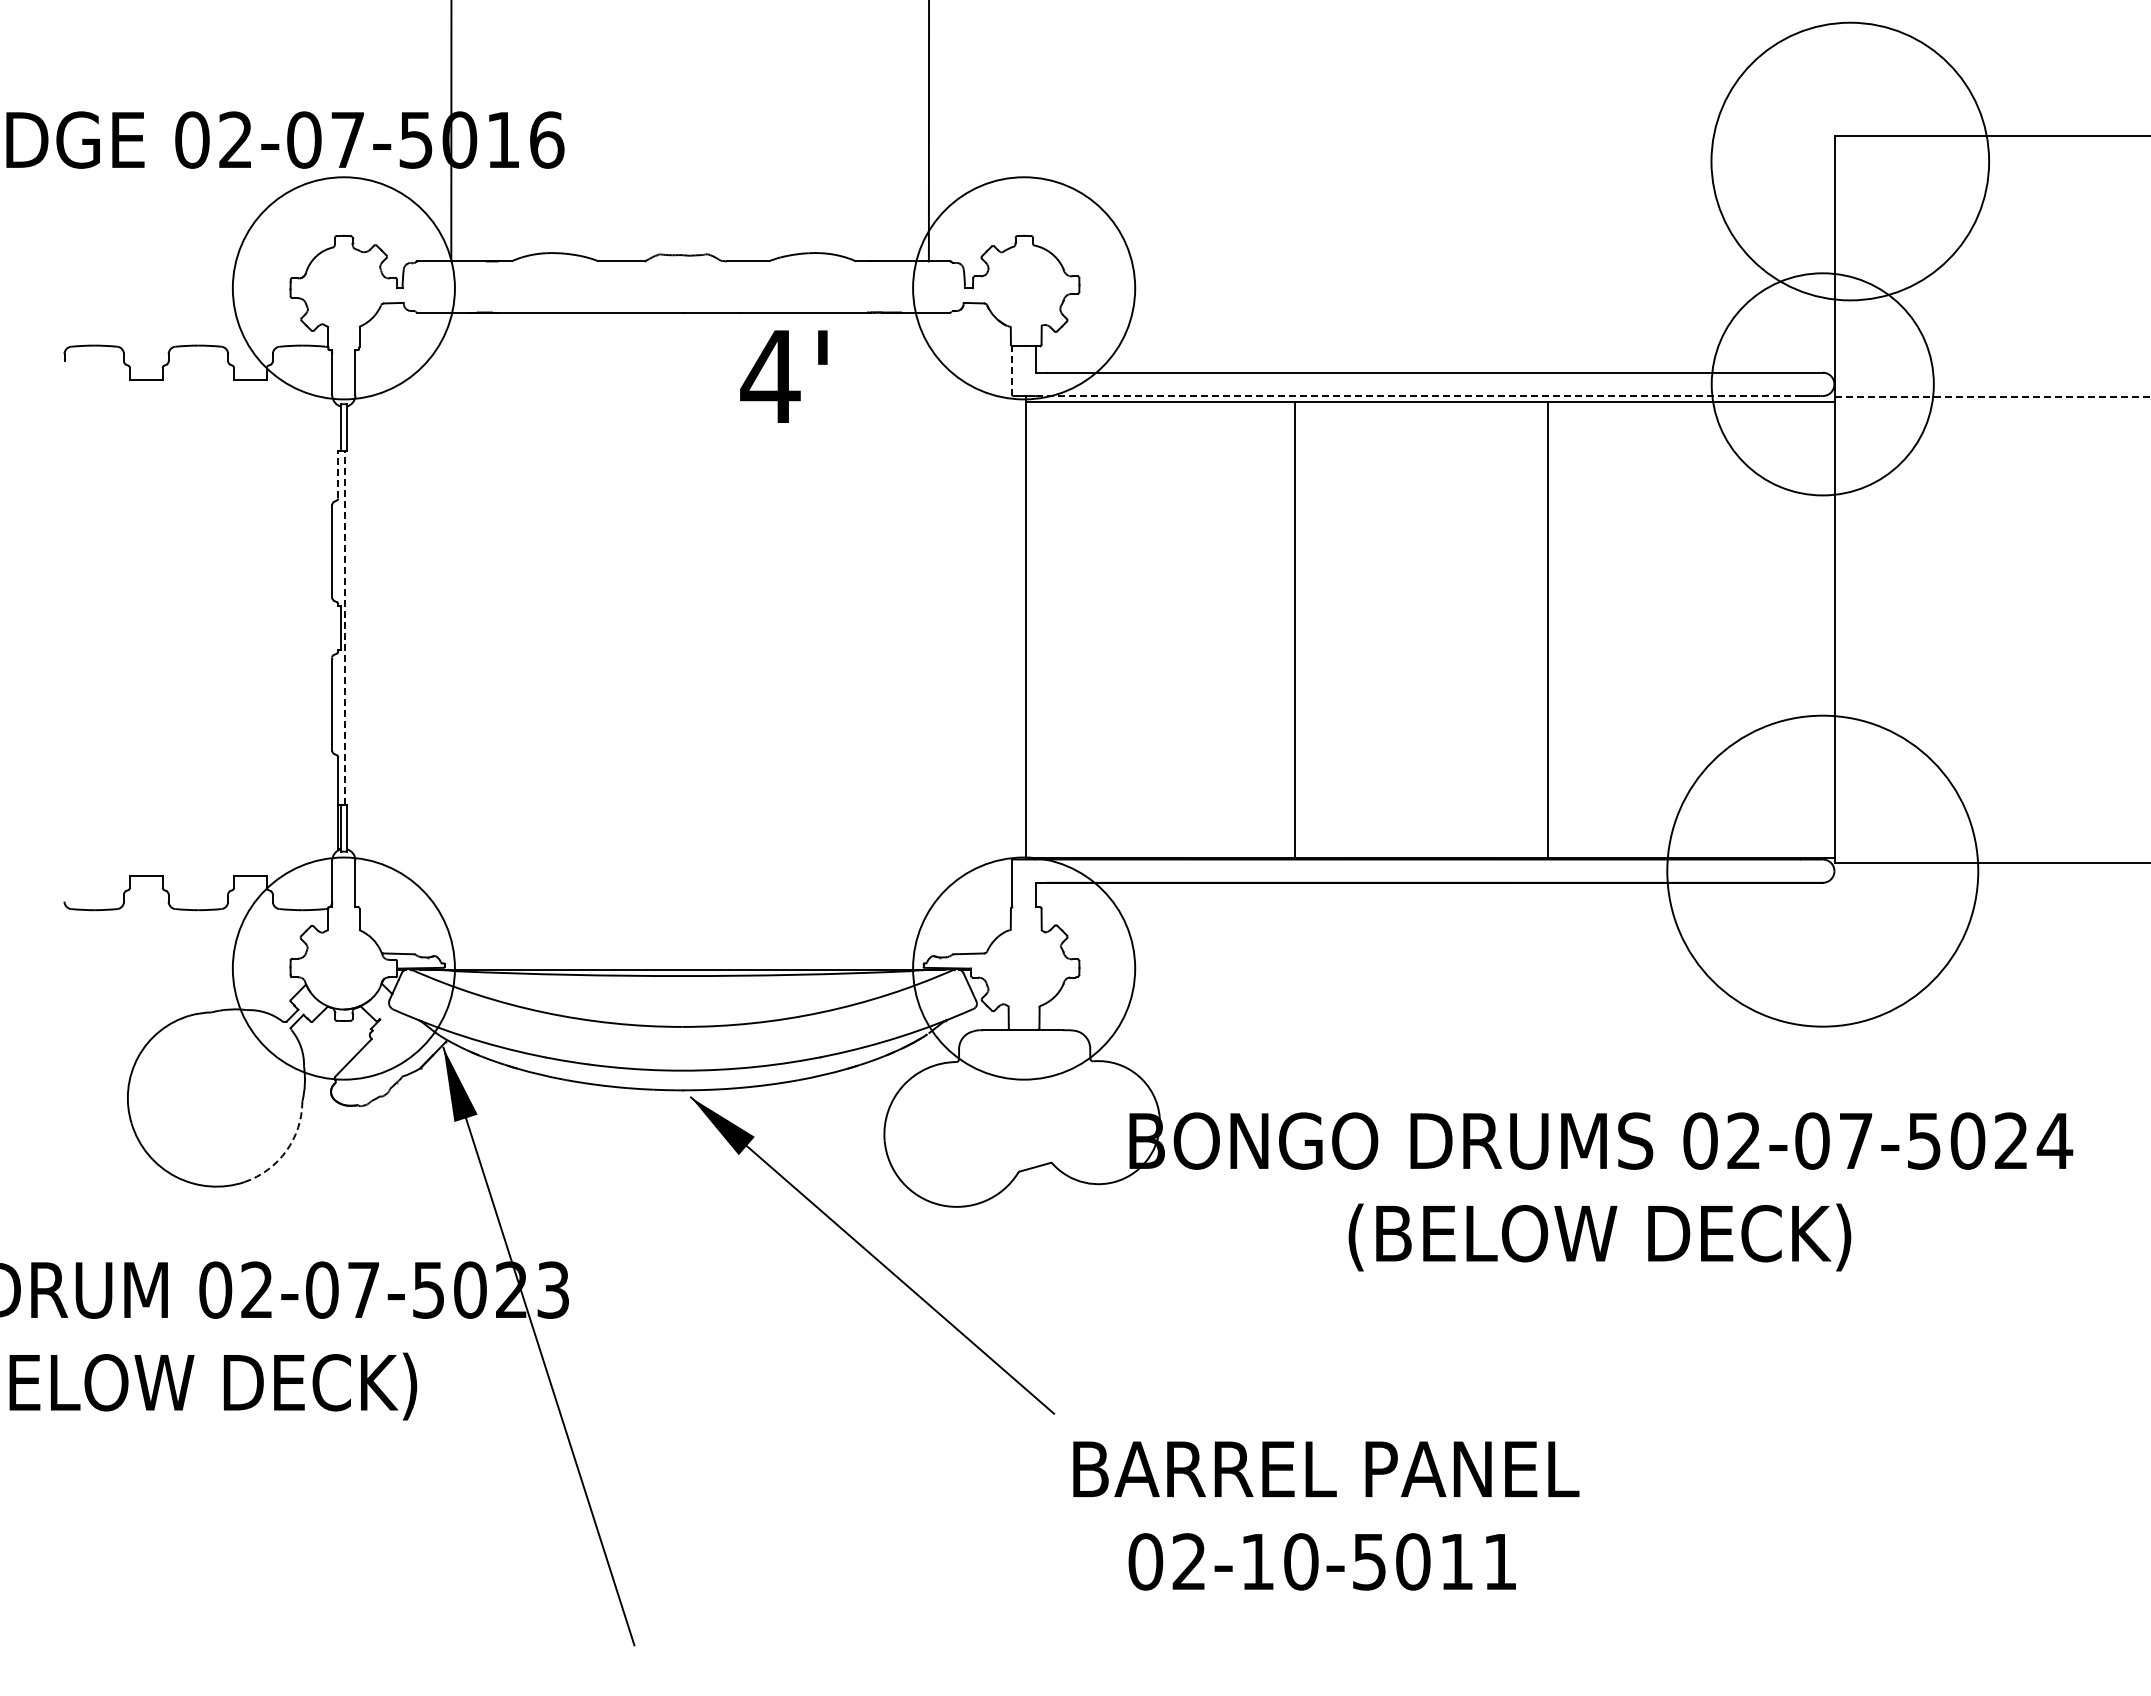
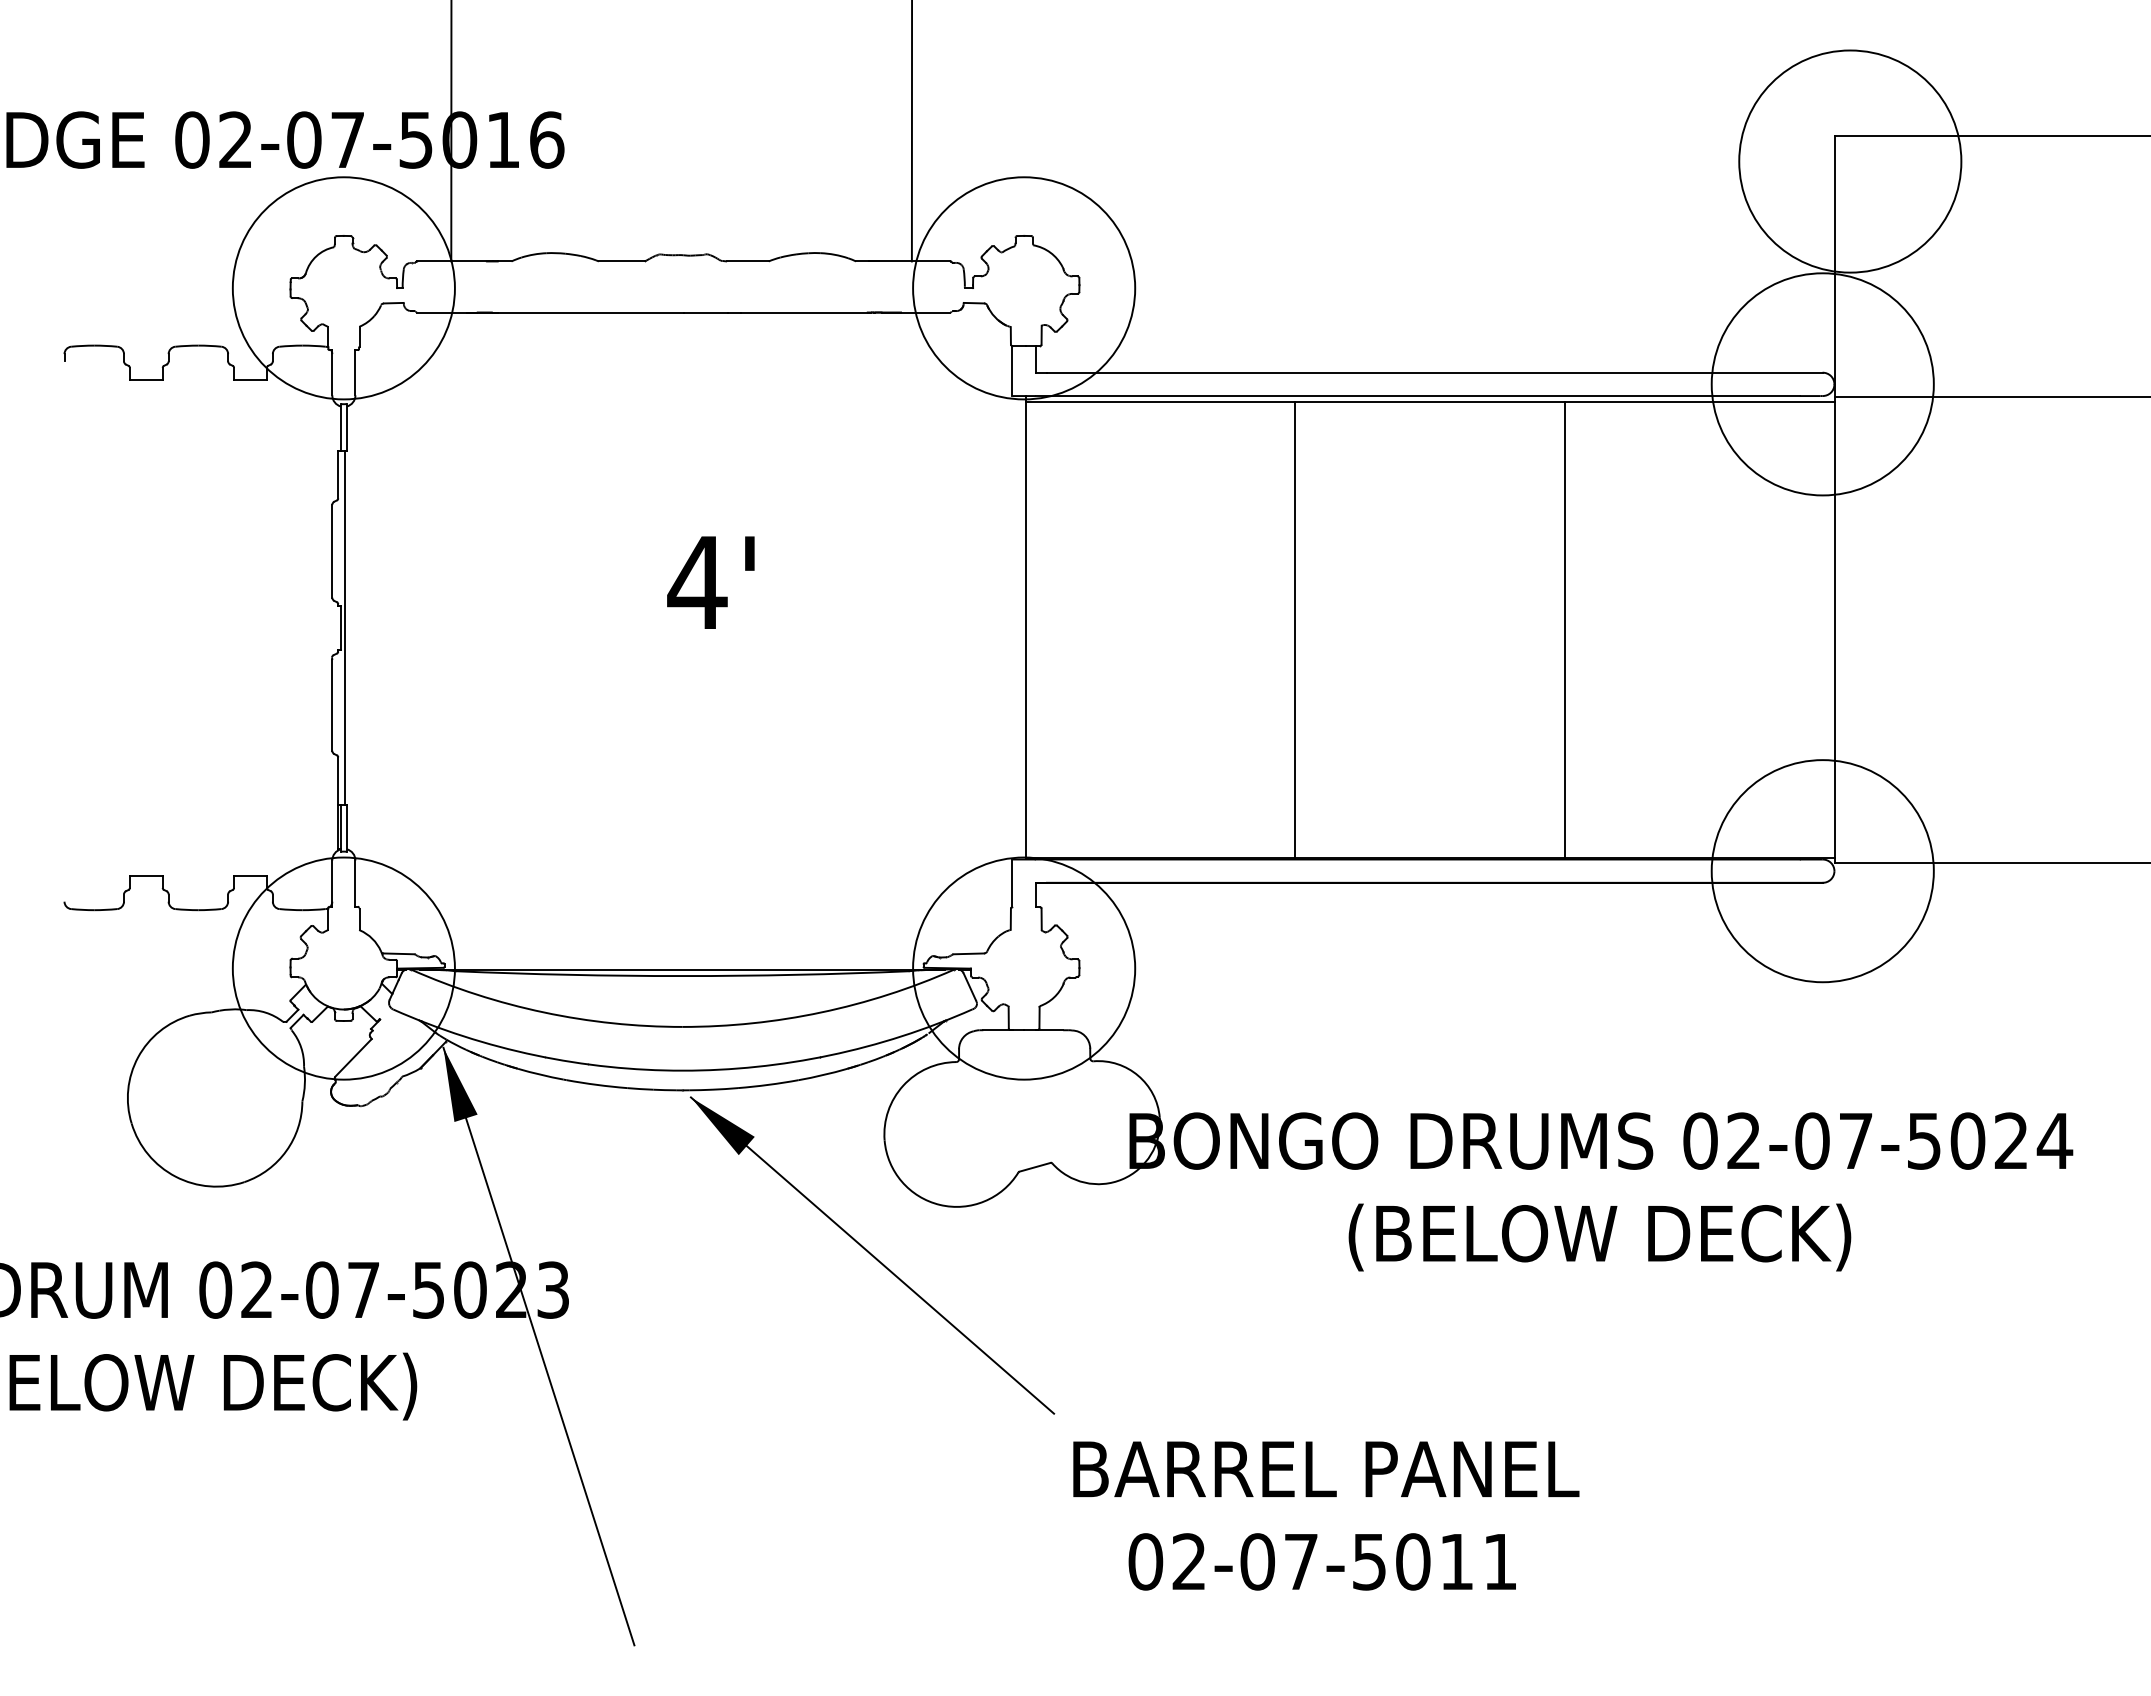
line at (928, 131) position: (928, 131) -> (911, 131)
circle at (1850, 161) diameter: 278 px -> 222 px
line at (1012, 370): dashed -> solid
text at (783, 376) position: (783, 376) -> (710, 582)
line at (1418, 396): dashed -> solid
line at (1992, 396): dashed -> solid
line at (338, 474): dashed -> solid
line at (344, 627): dashed -> solid
line at (1548, 629) position: (1548, 629) -> (1565, 629)
circle at (1822, 870) diameter: 311 px -> 222 px
arc at (286, 1151): dashed -> solid
text at (1279, 1561): 02-10-5011 -> 02-07-5011
